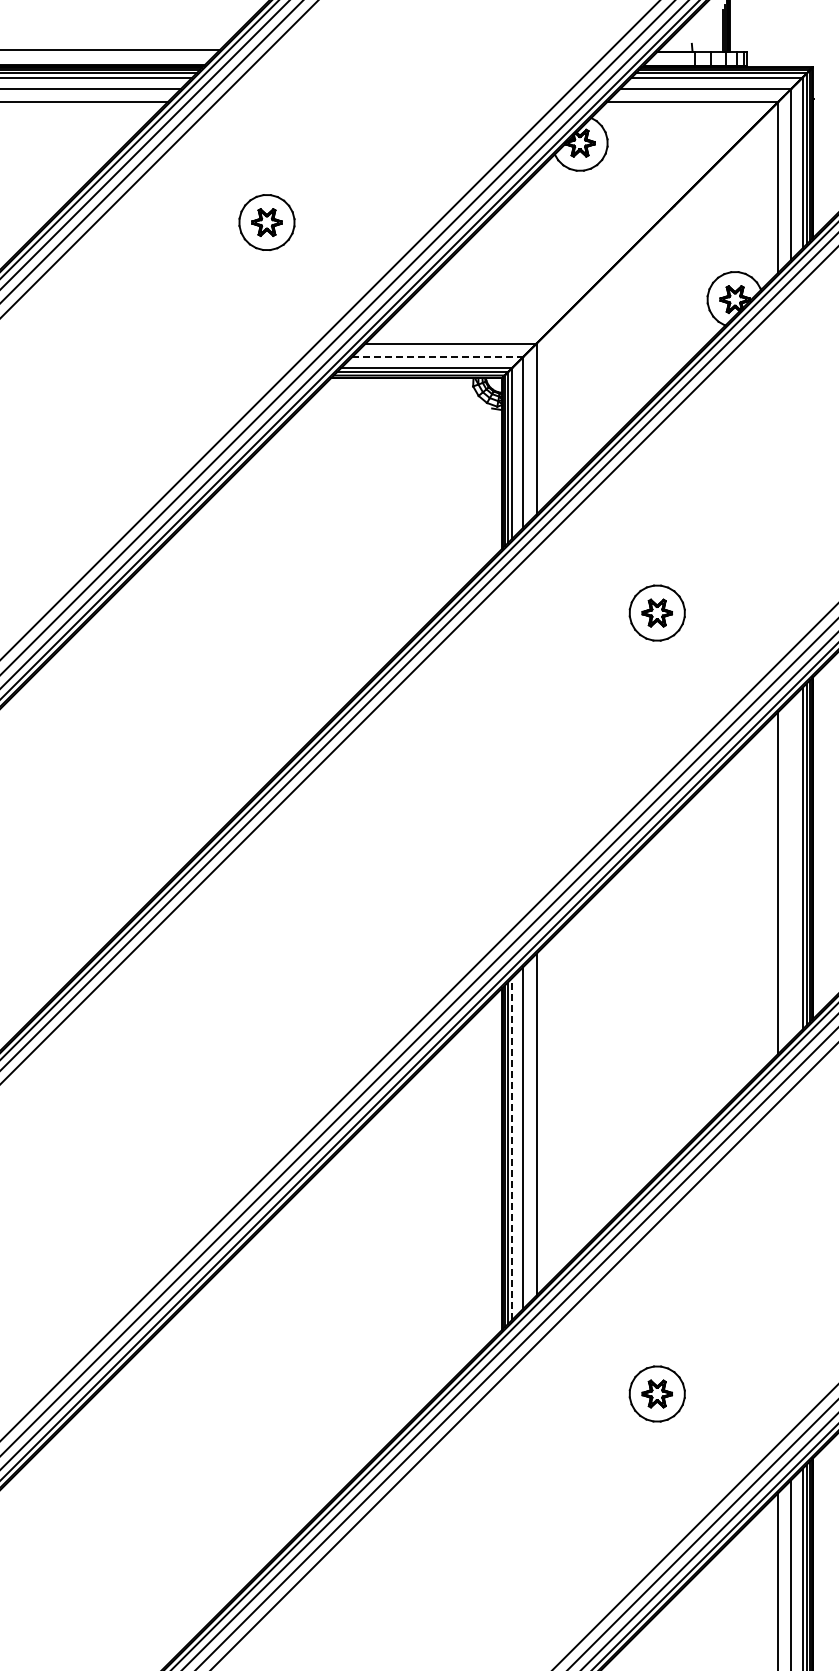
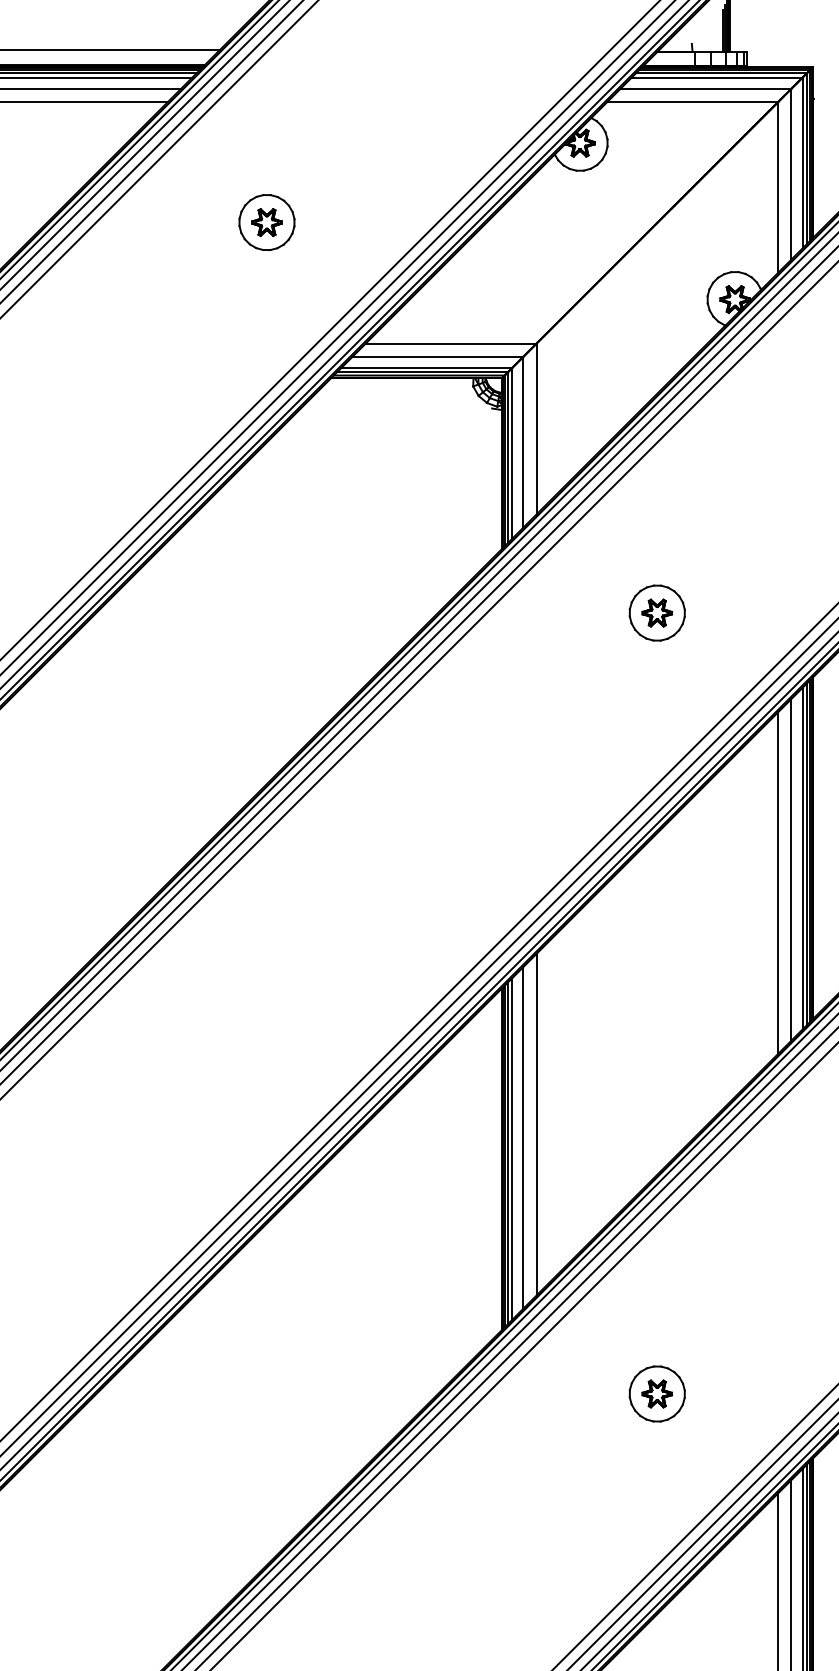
line at (438, 356): dashed -> solid
line at (418, 680): none -> present
line at (791, 869): none -> present
line at (512, 1149): dashed -> solid
